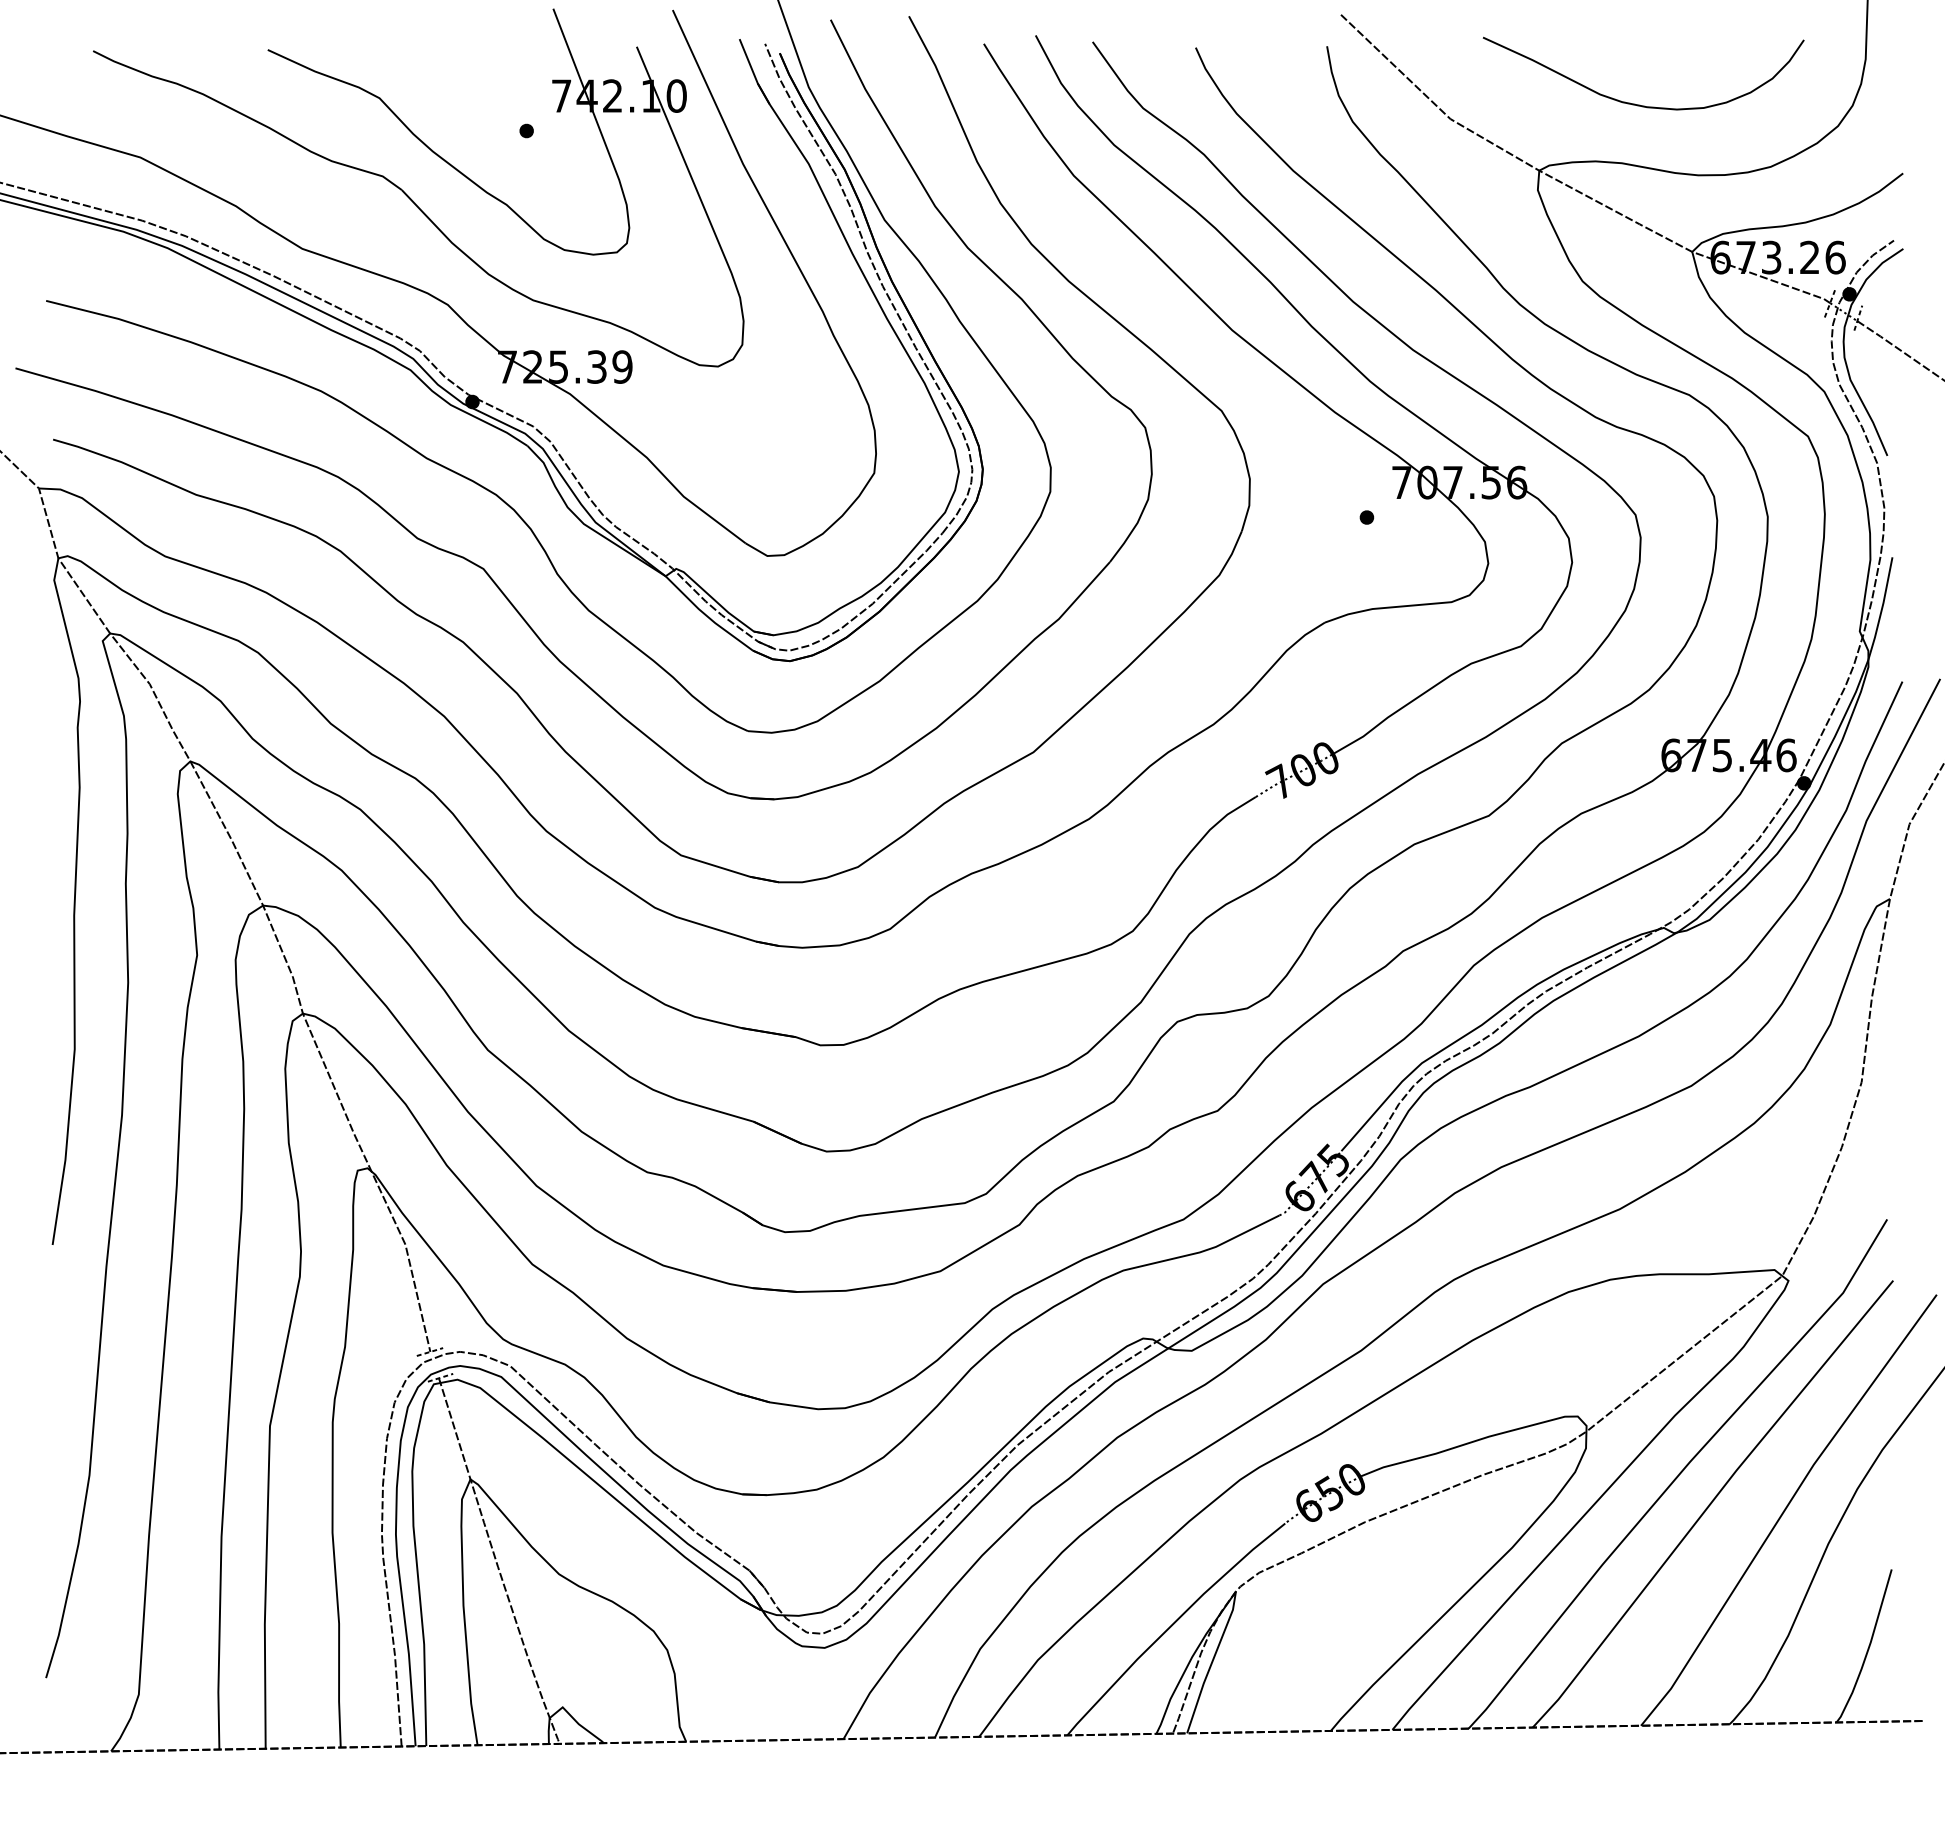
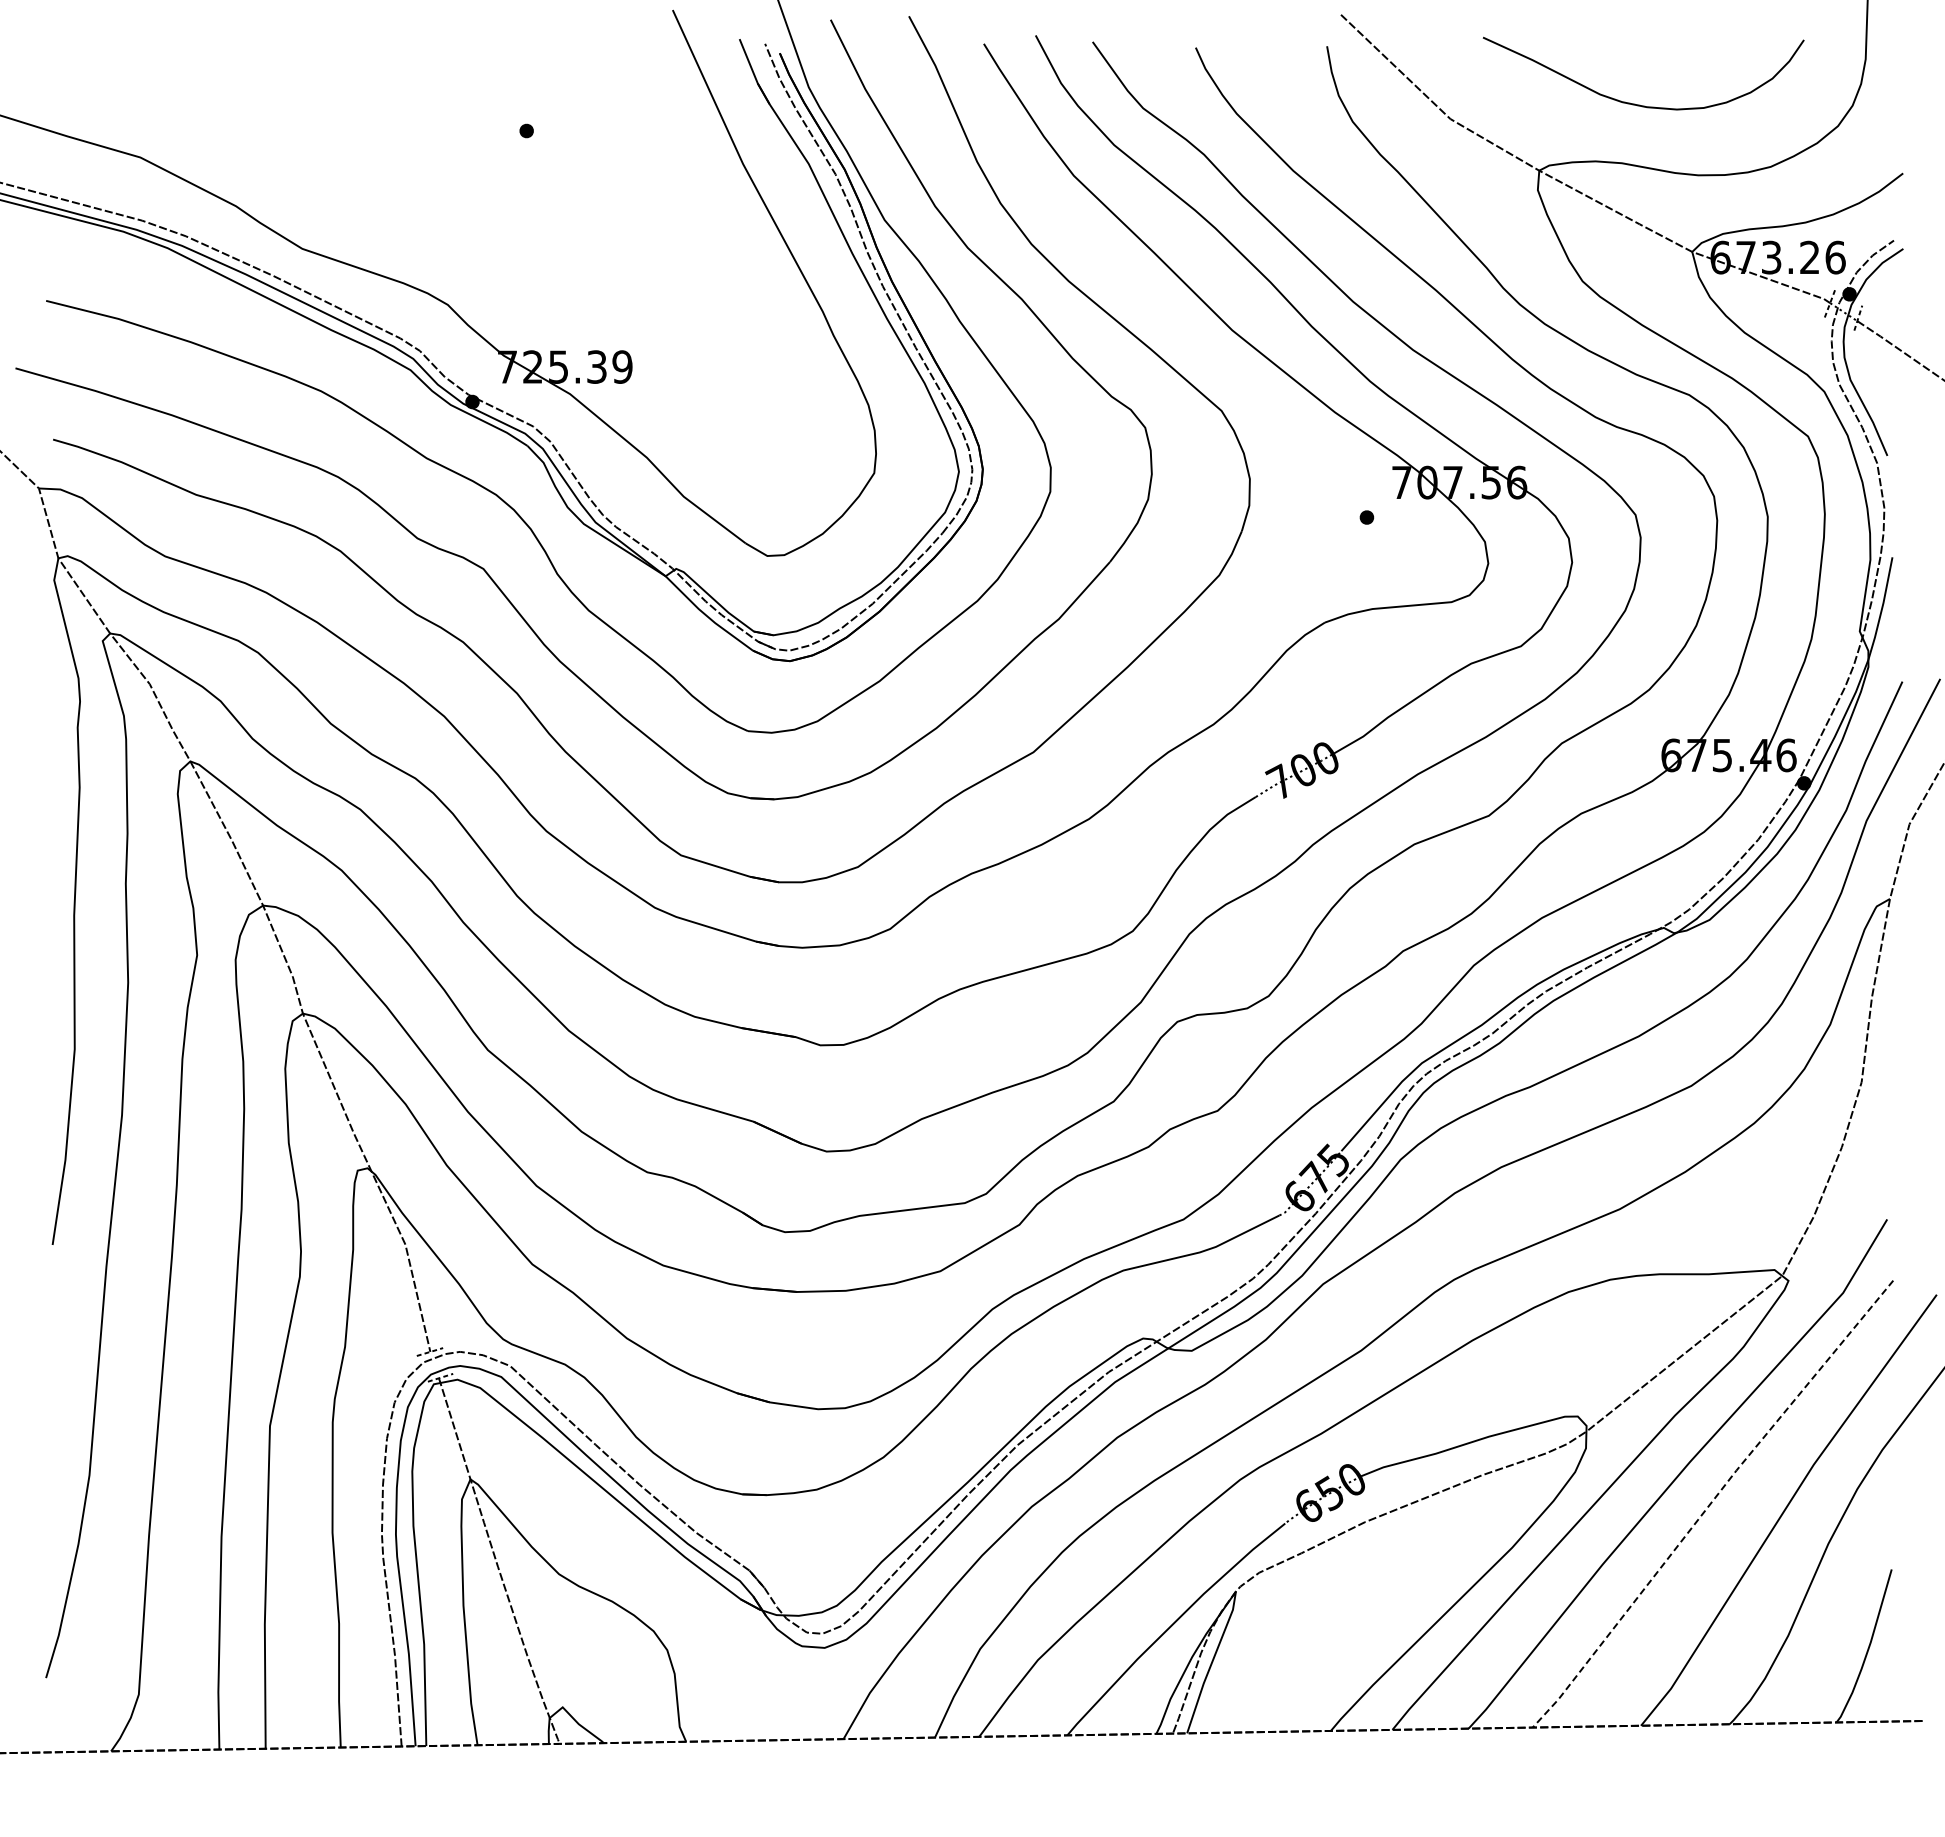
part at (409, 196): present -> none
line at (1711, 1502): solid -> dashed
